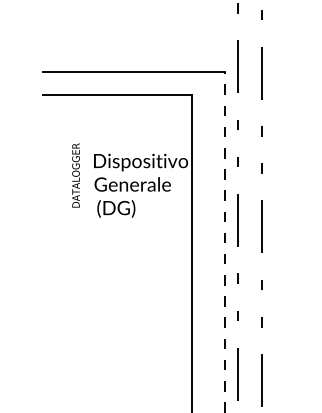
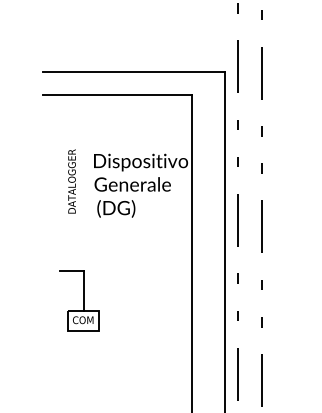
text at (75, 175) position: (75, 175) -> (71, 181)
line at (224, 241): dashed -> solid
part at (79, 300): none -> present
